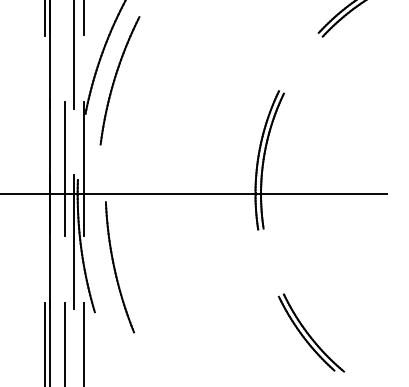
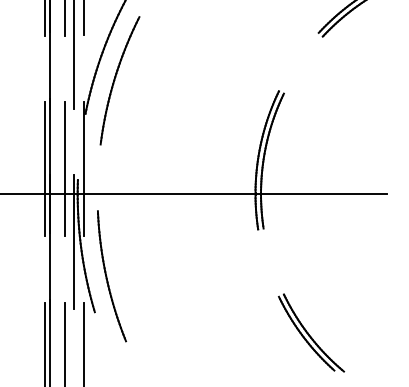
line at (64, 18): none -> present
line at (44, 169): none -> present
part at (120, 267) position: (120, 267) -> (112, 276)
